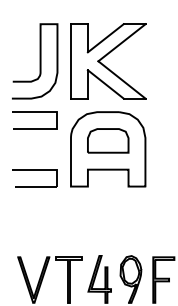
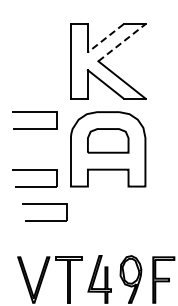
line at (105, 38): solid -> dashed
line at (122, 42): solid -> dashed
curve at (39, 61): present -> none
part at (44, 204): none -> present
